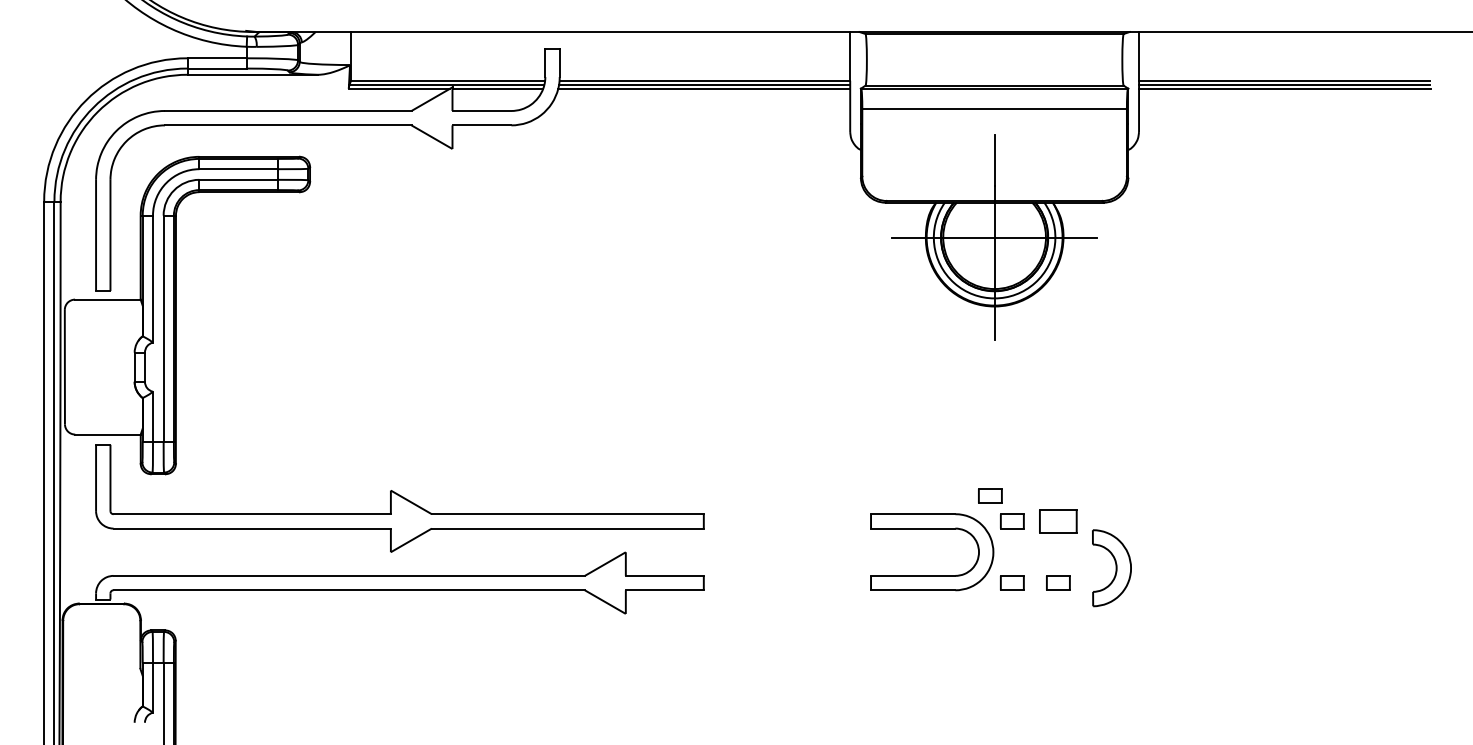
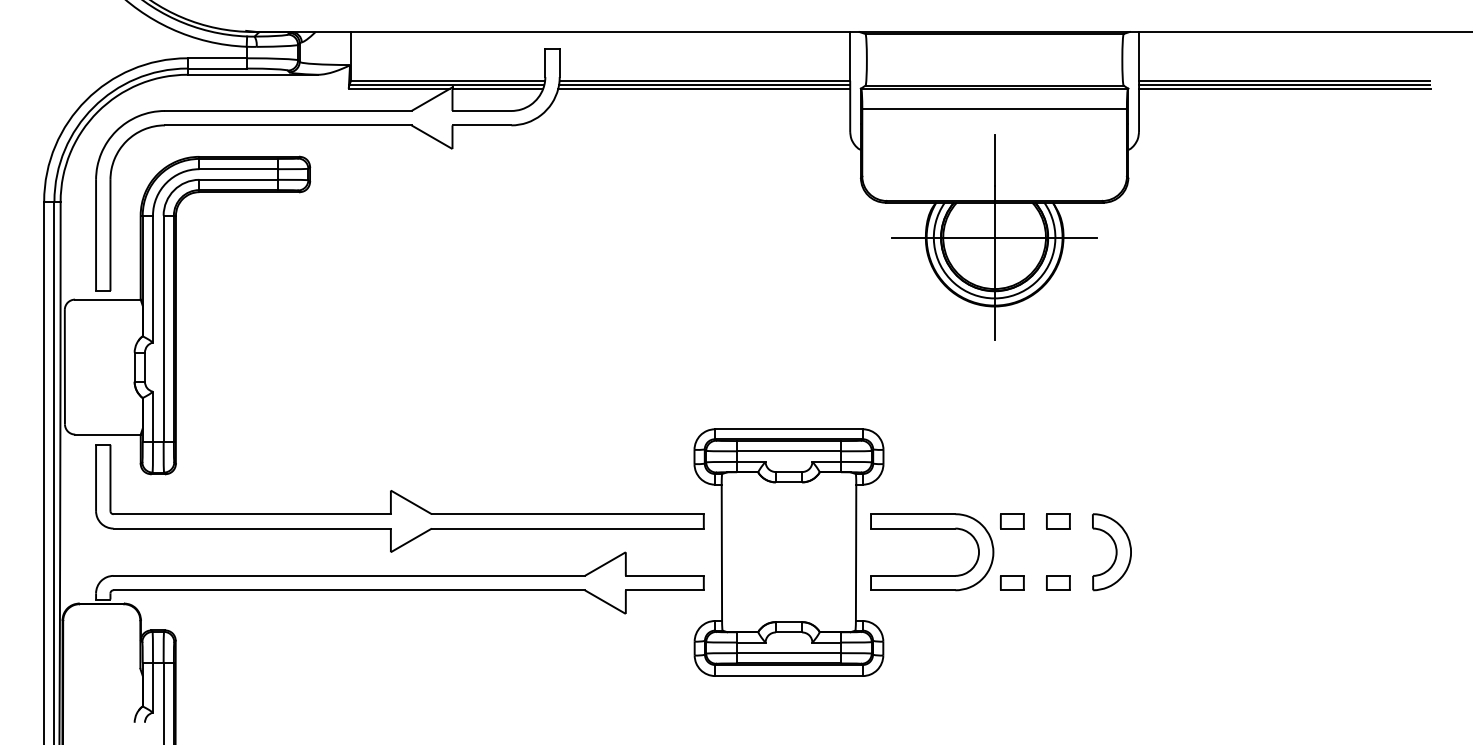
part at (990, 495): present -> none
part at (1058, 521) size: 39x25 px -> 25x17 px
part at (788, 552): none -> present
part at (1111, 568) position: (1111, 568) -> (1111, 552)
